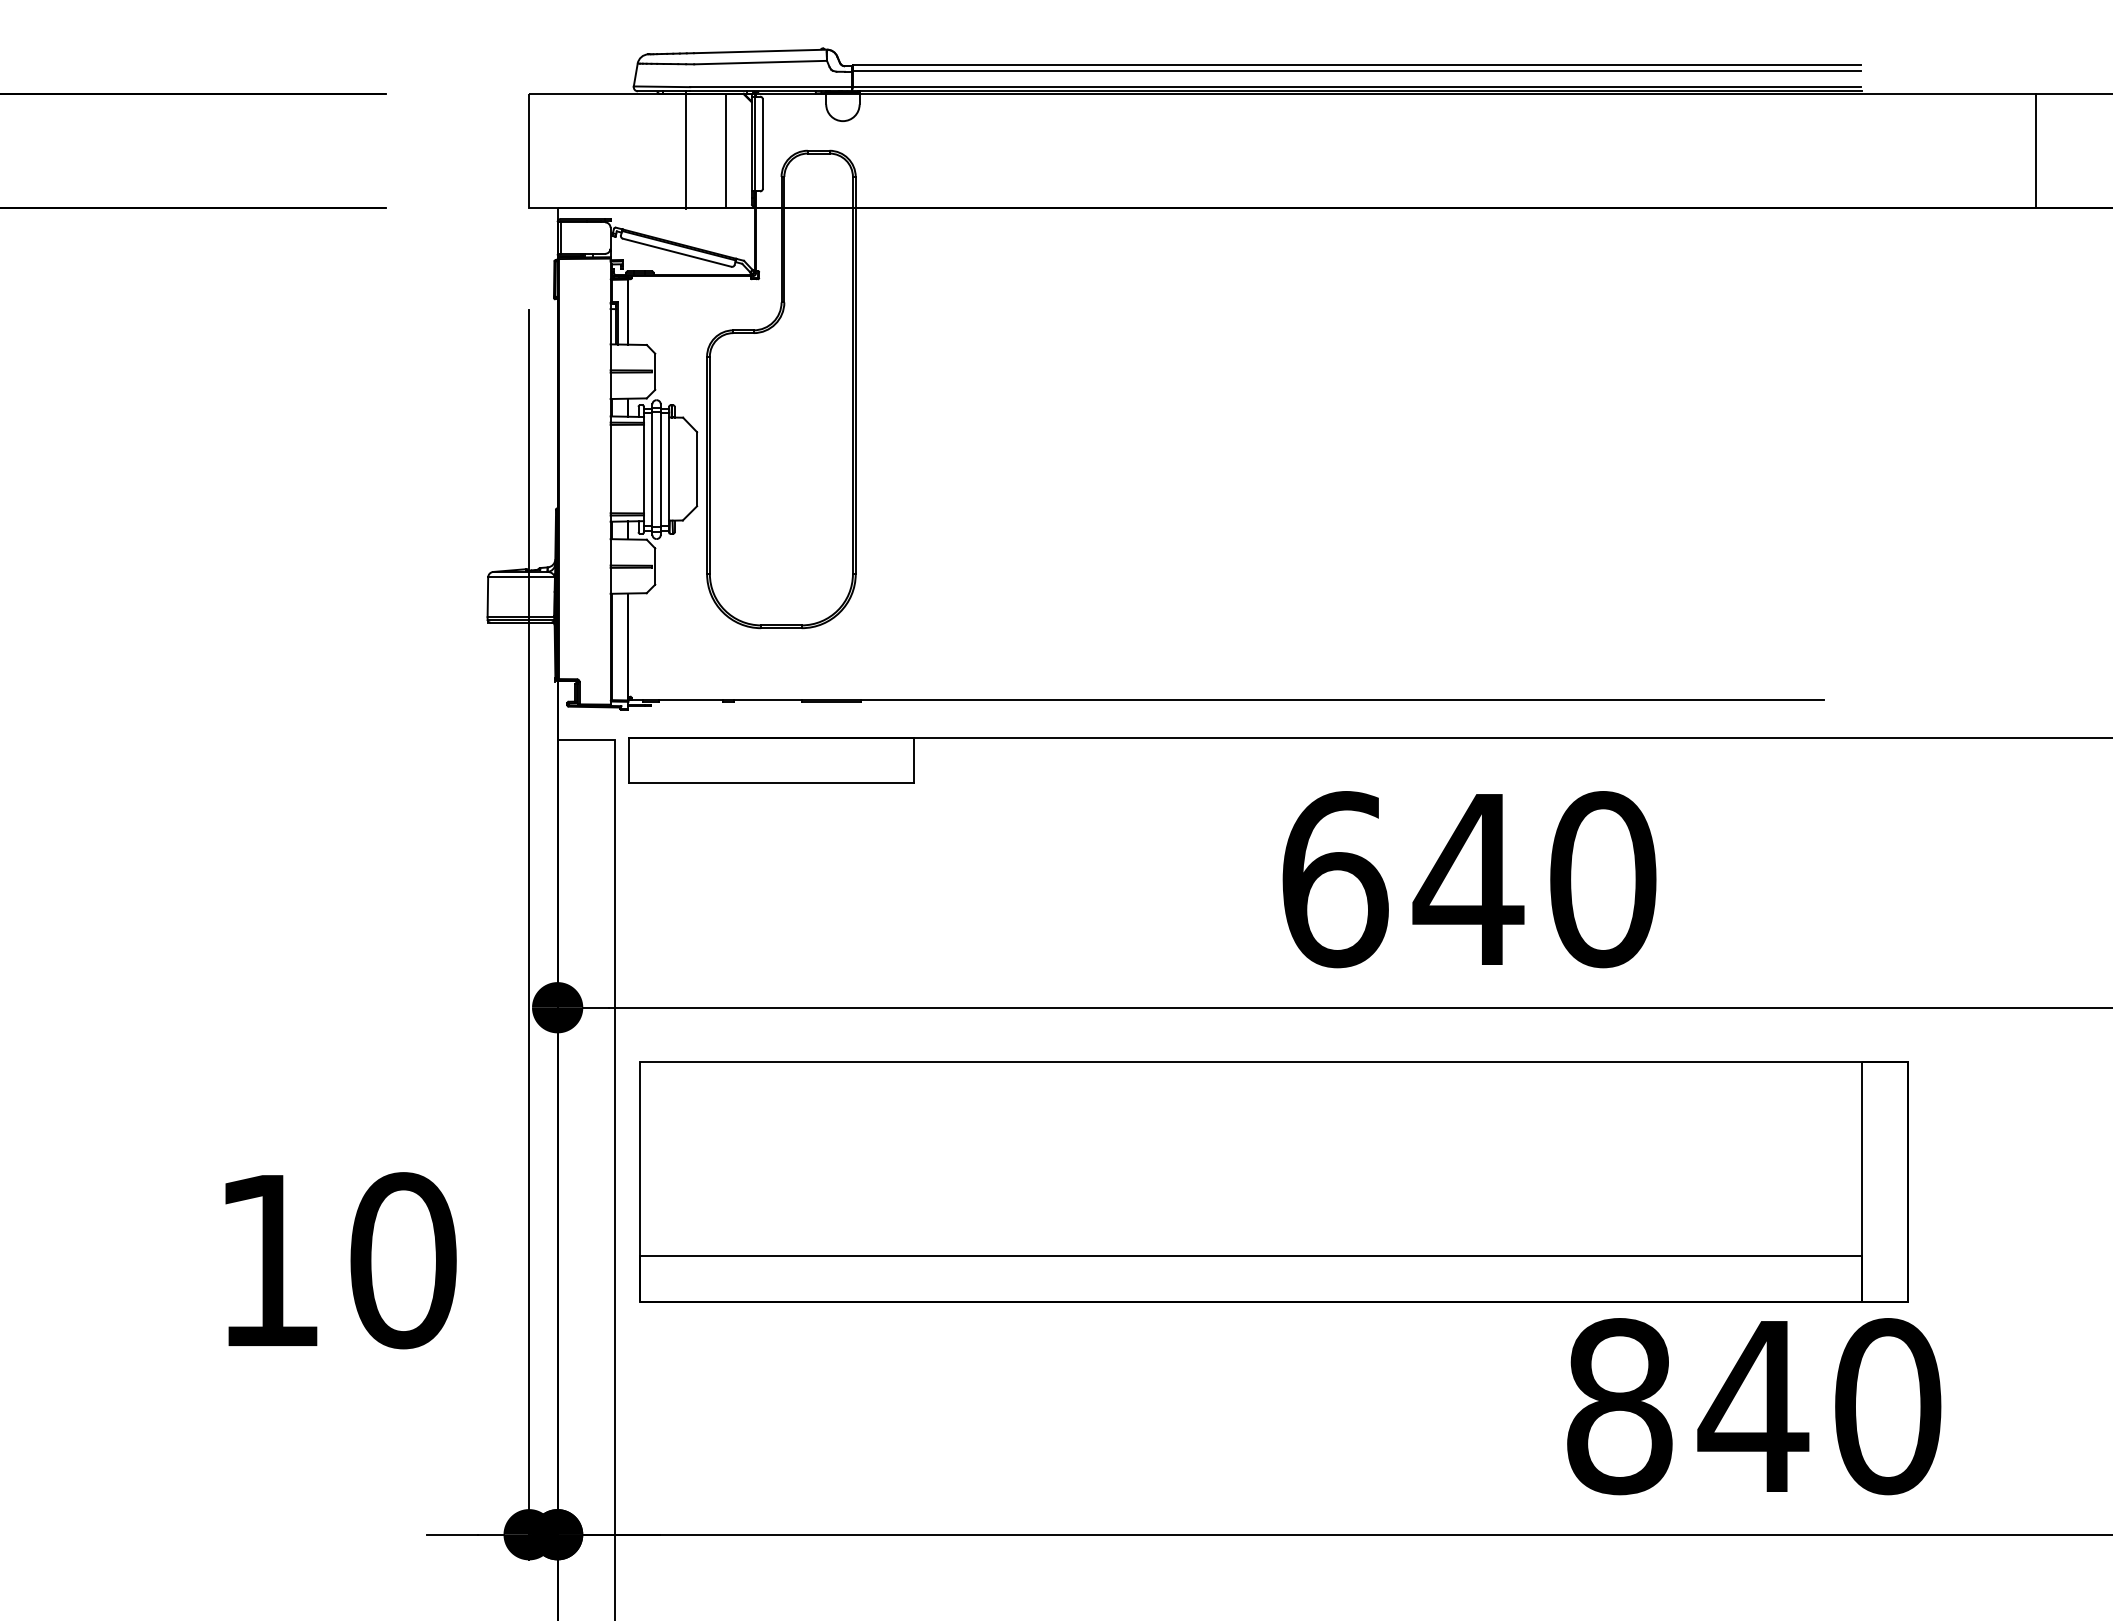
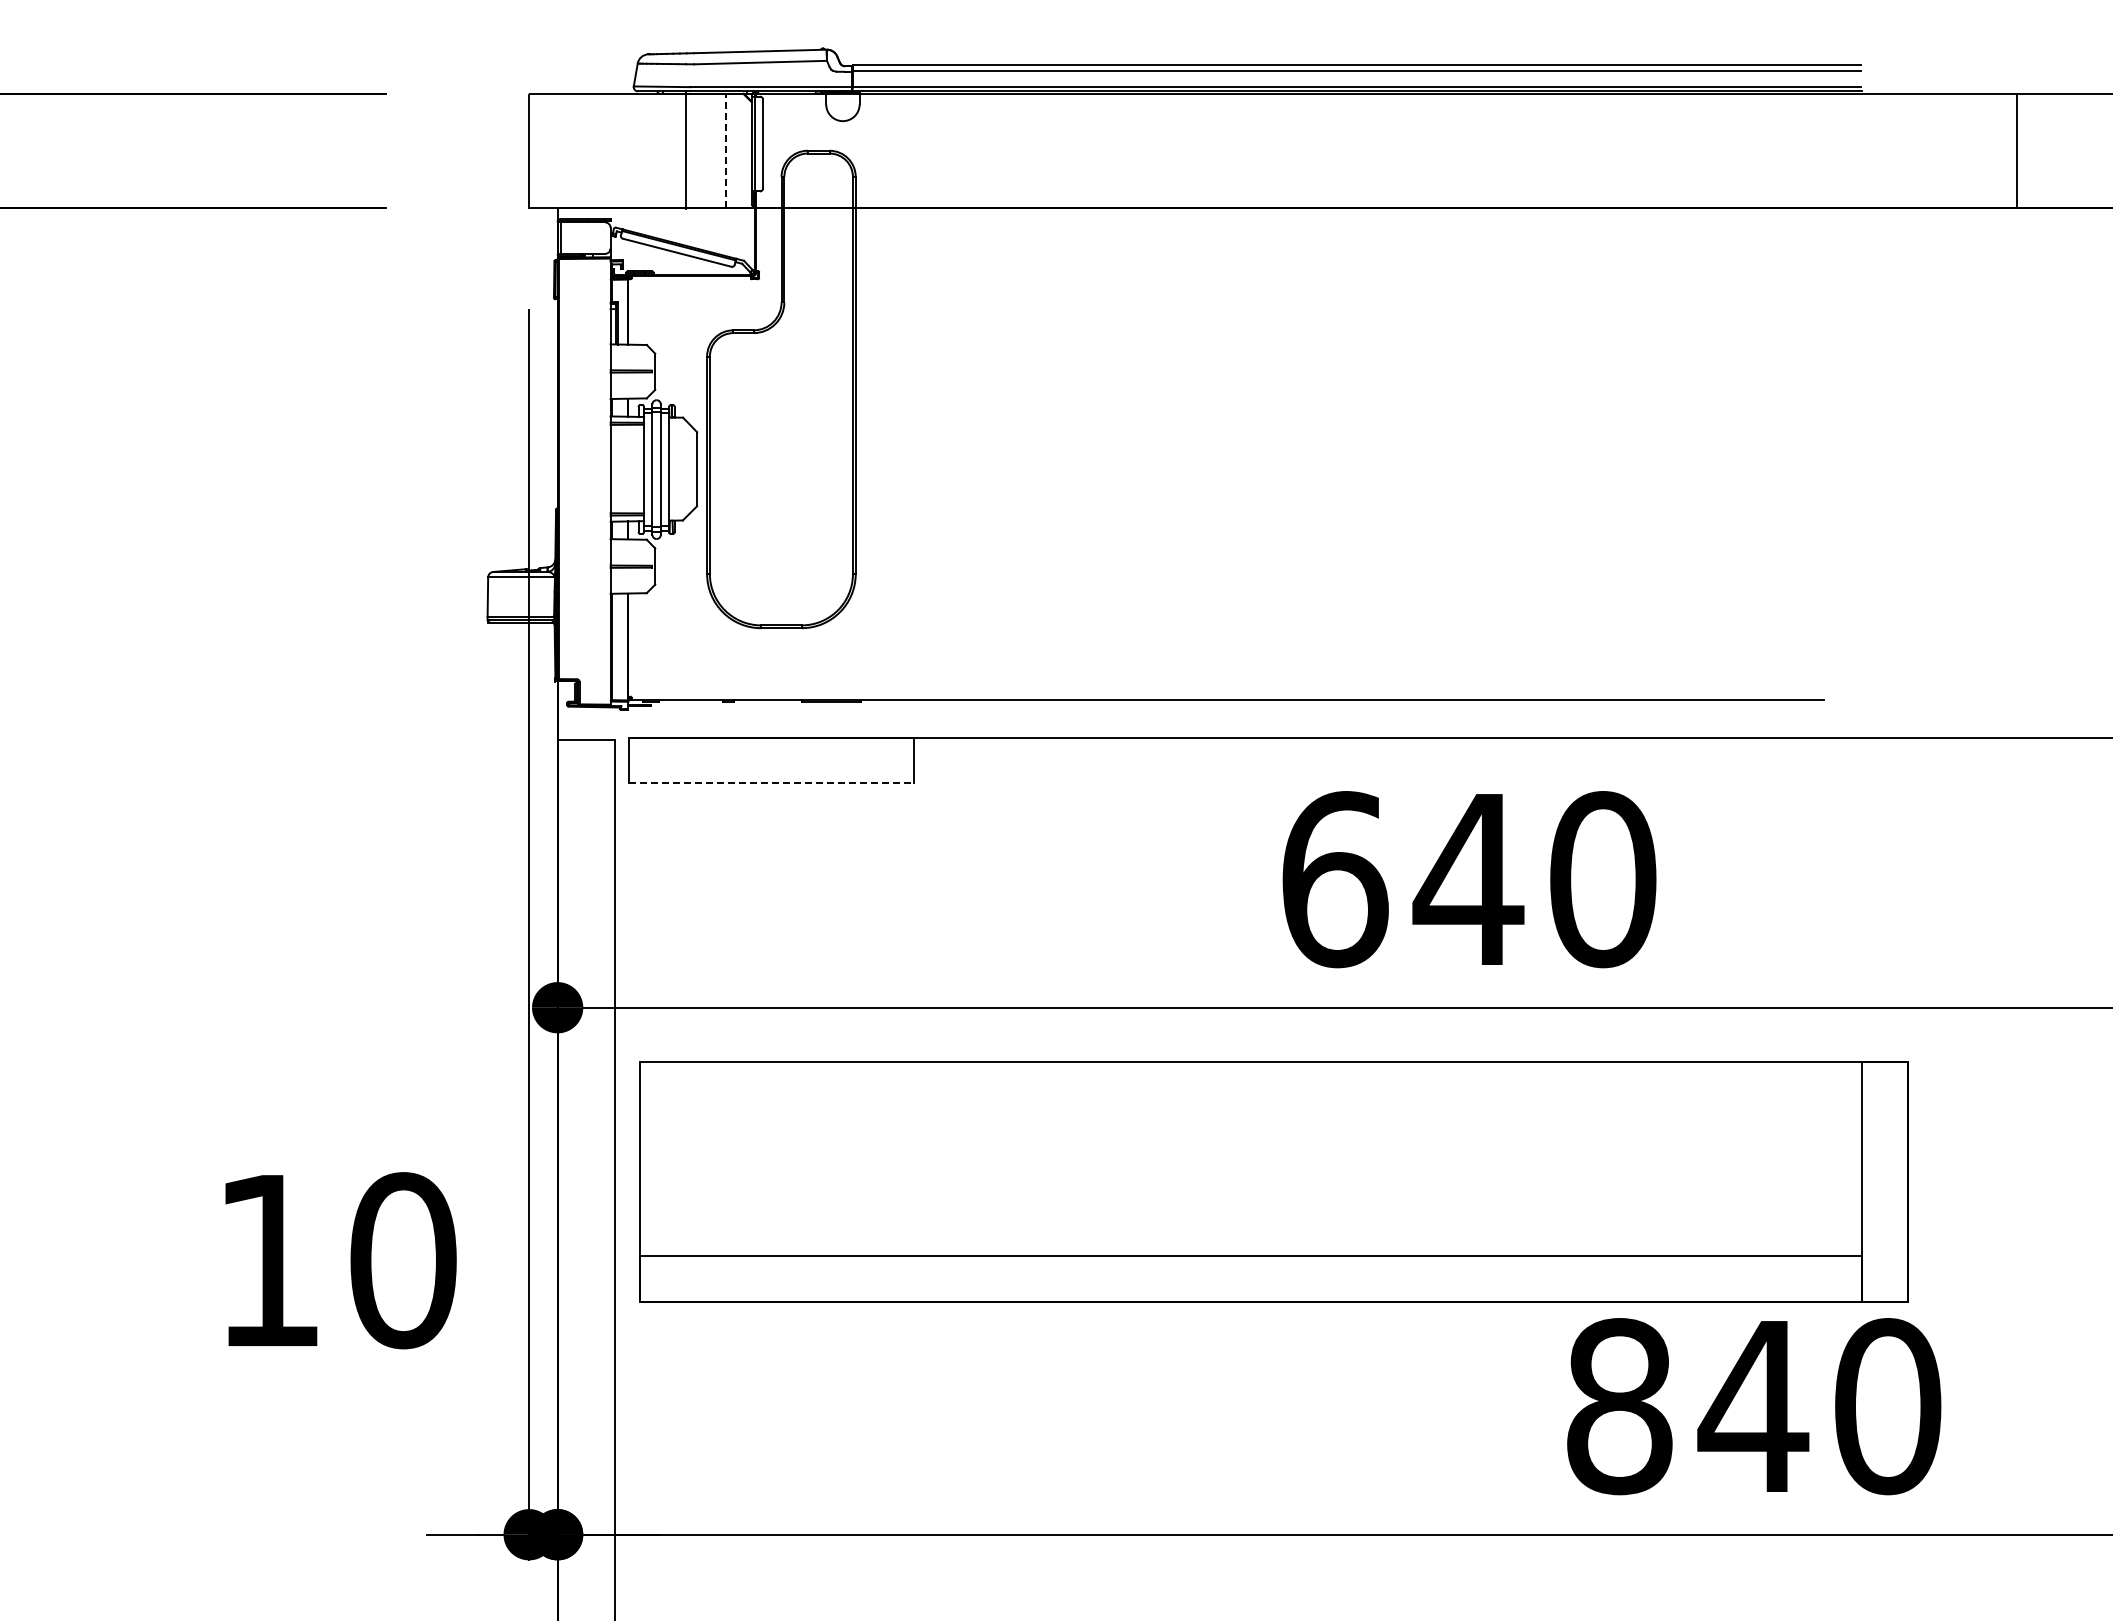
line at (725, 150): solid -> dashed
line at (2036, 150) position: (2036, 150) -> (2017, 150)
line at (771, 783): solid -> dashed
